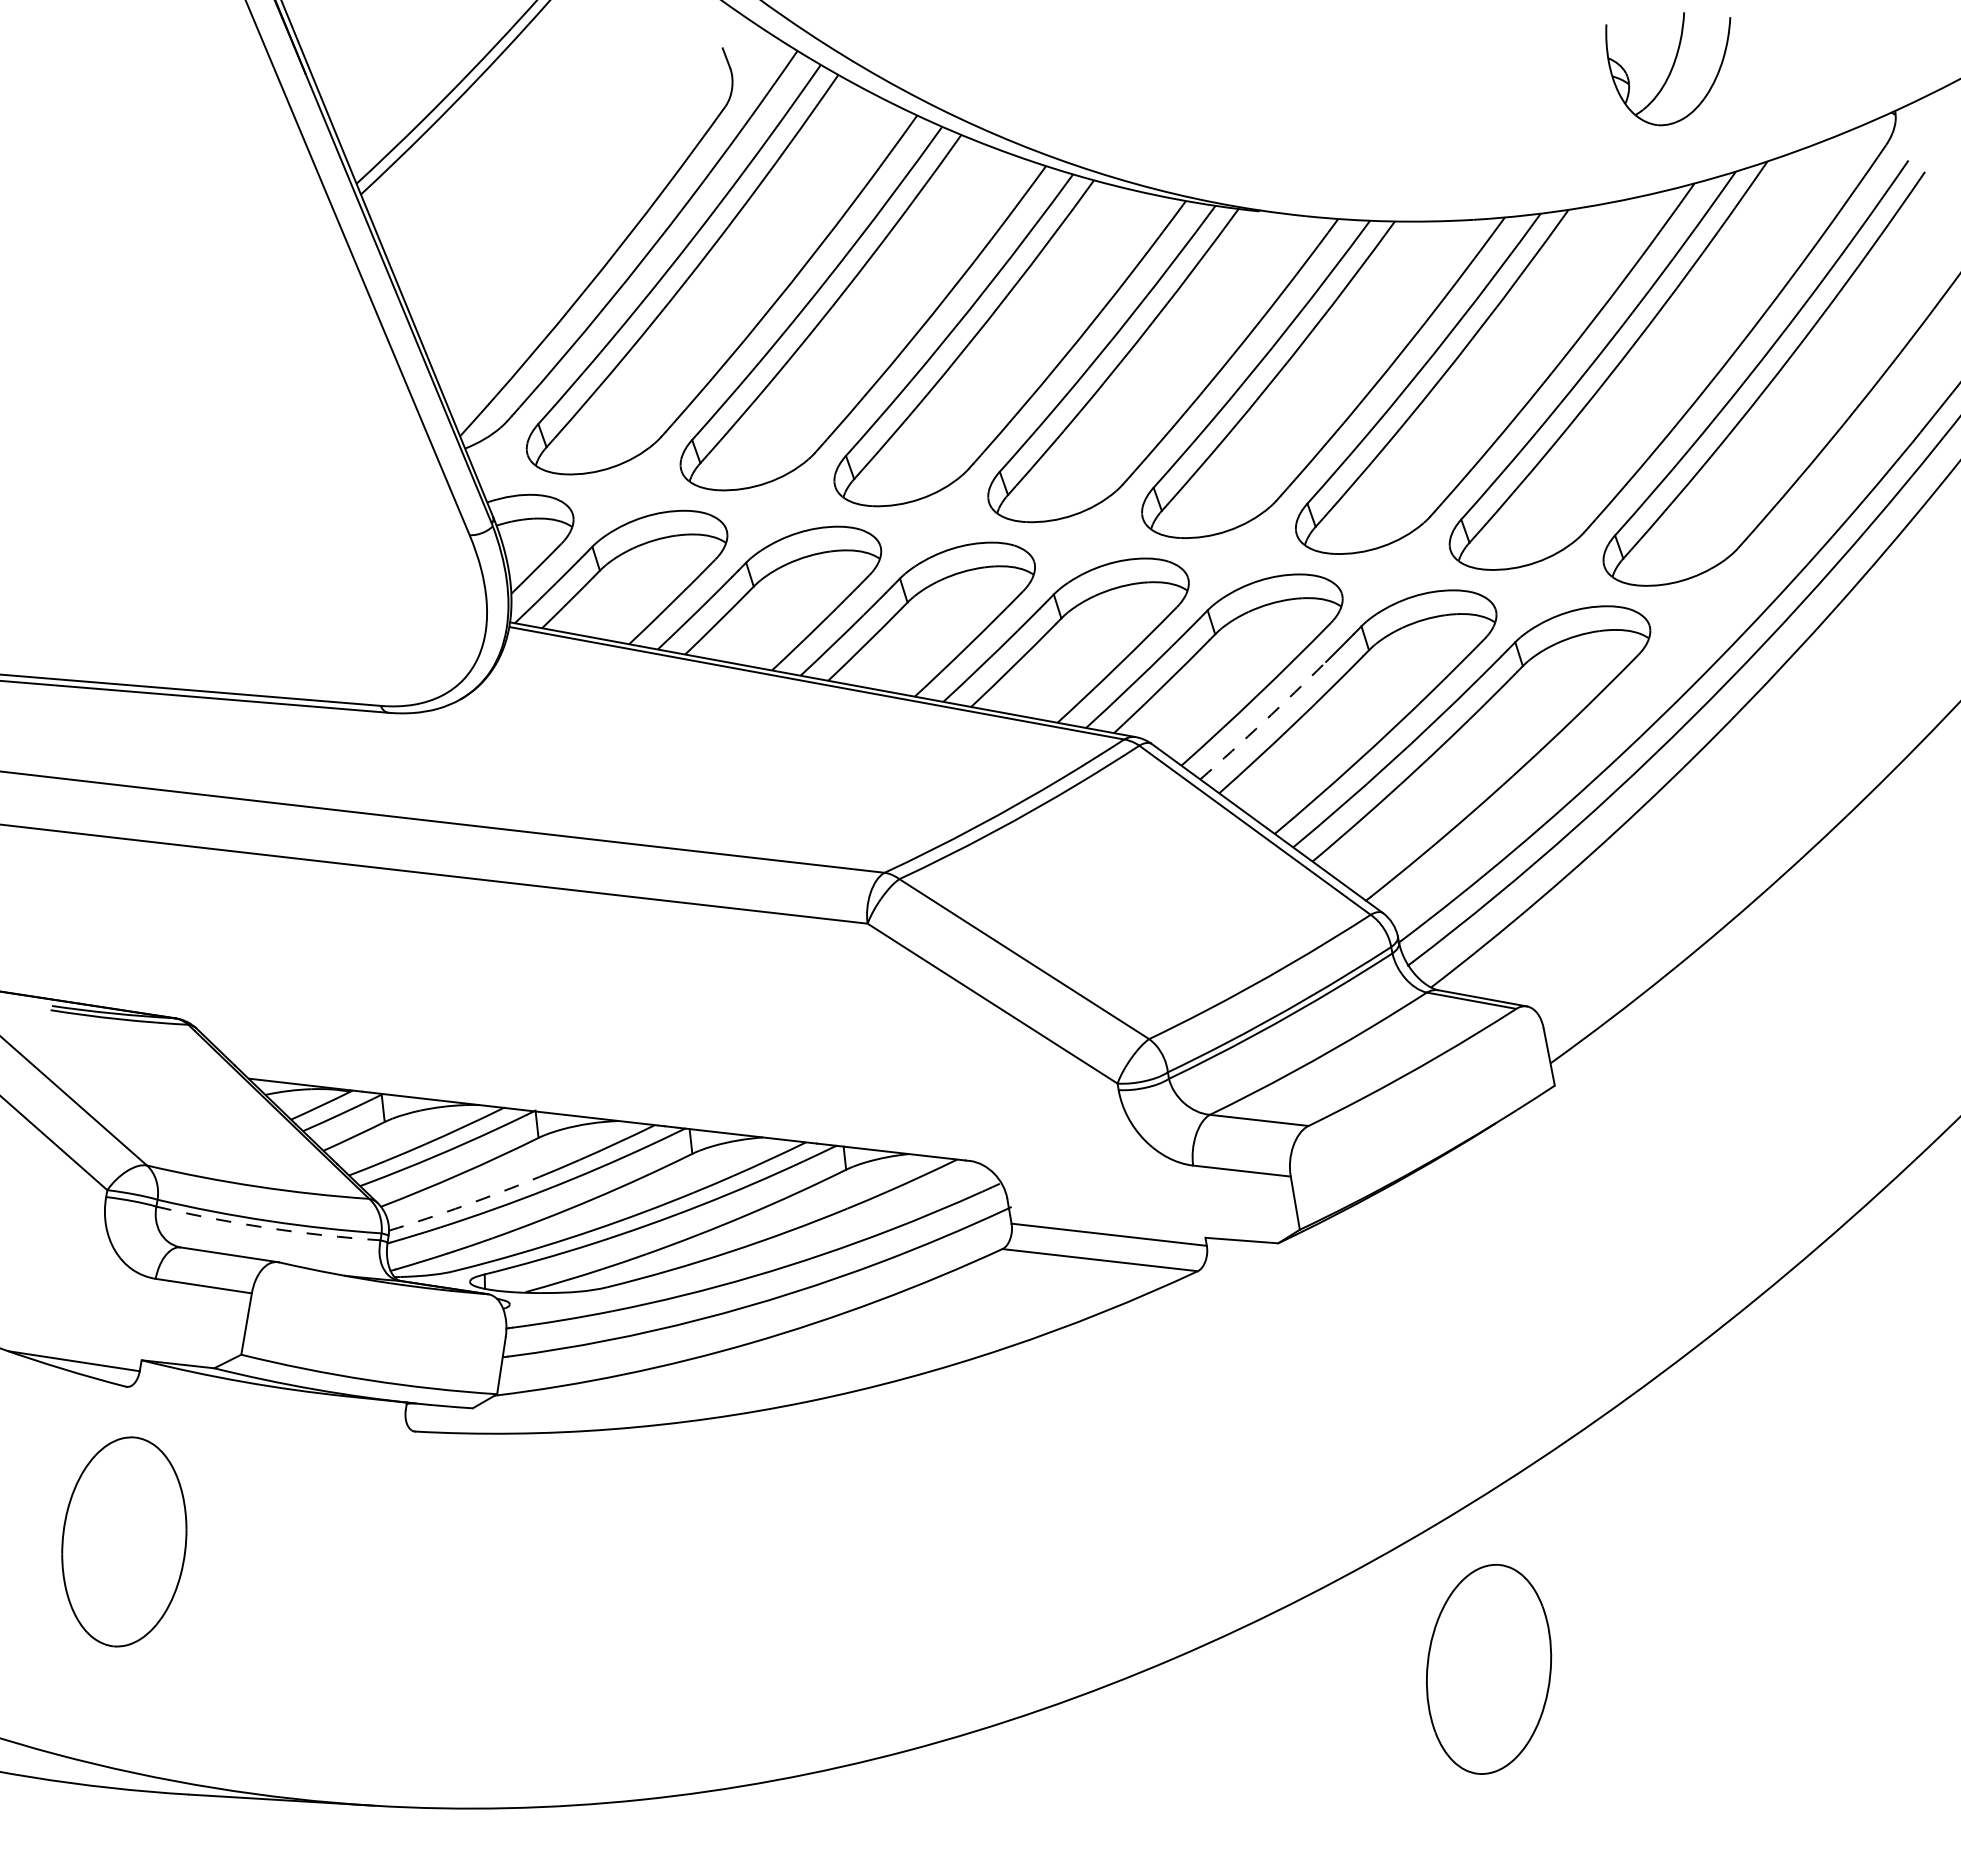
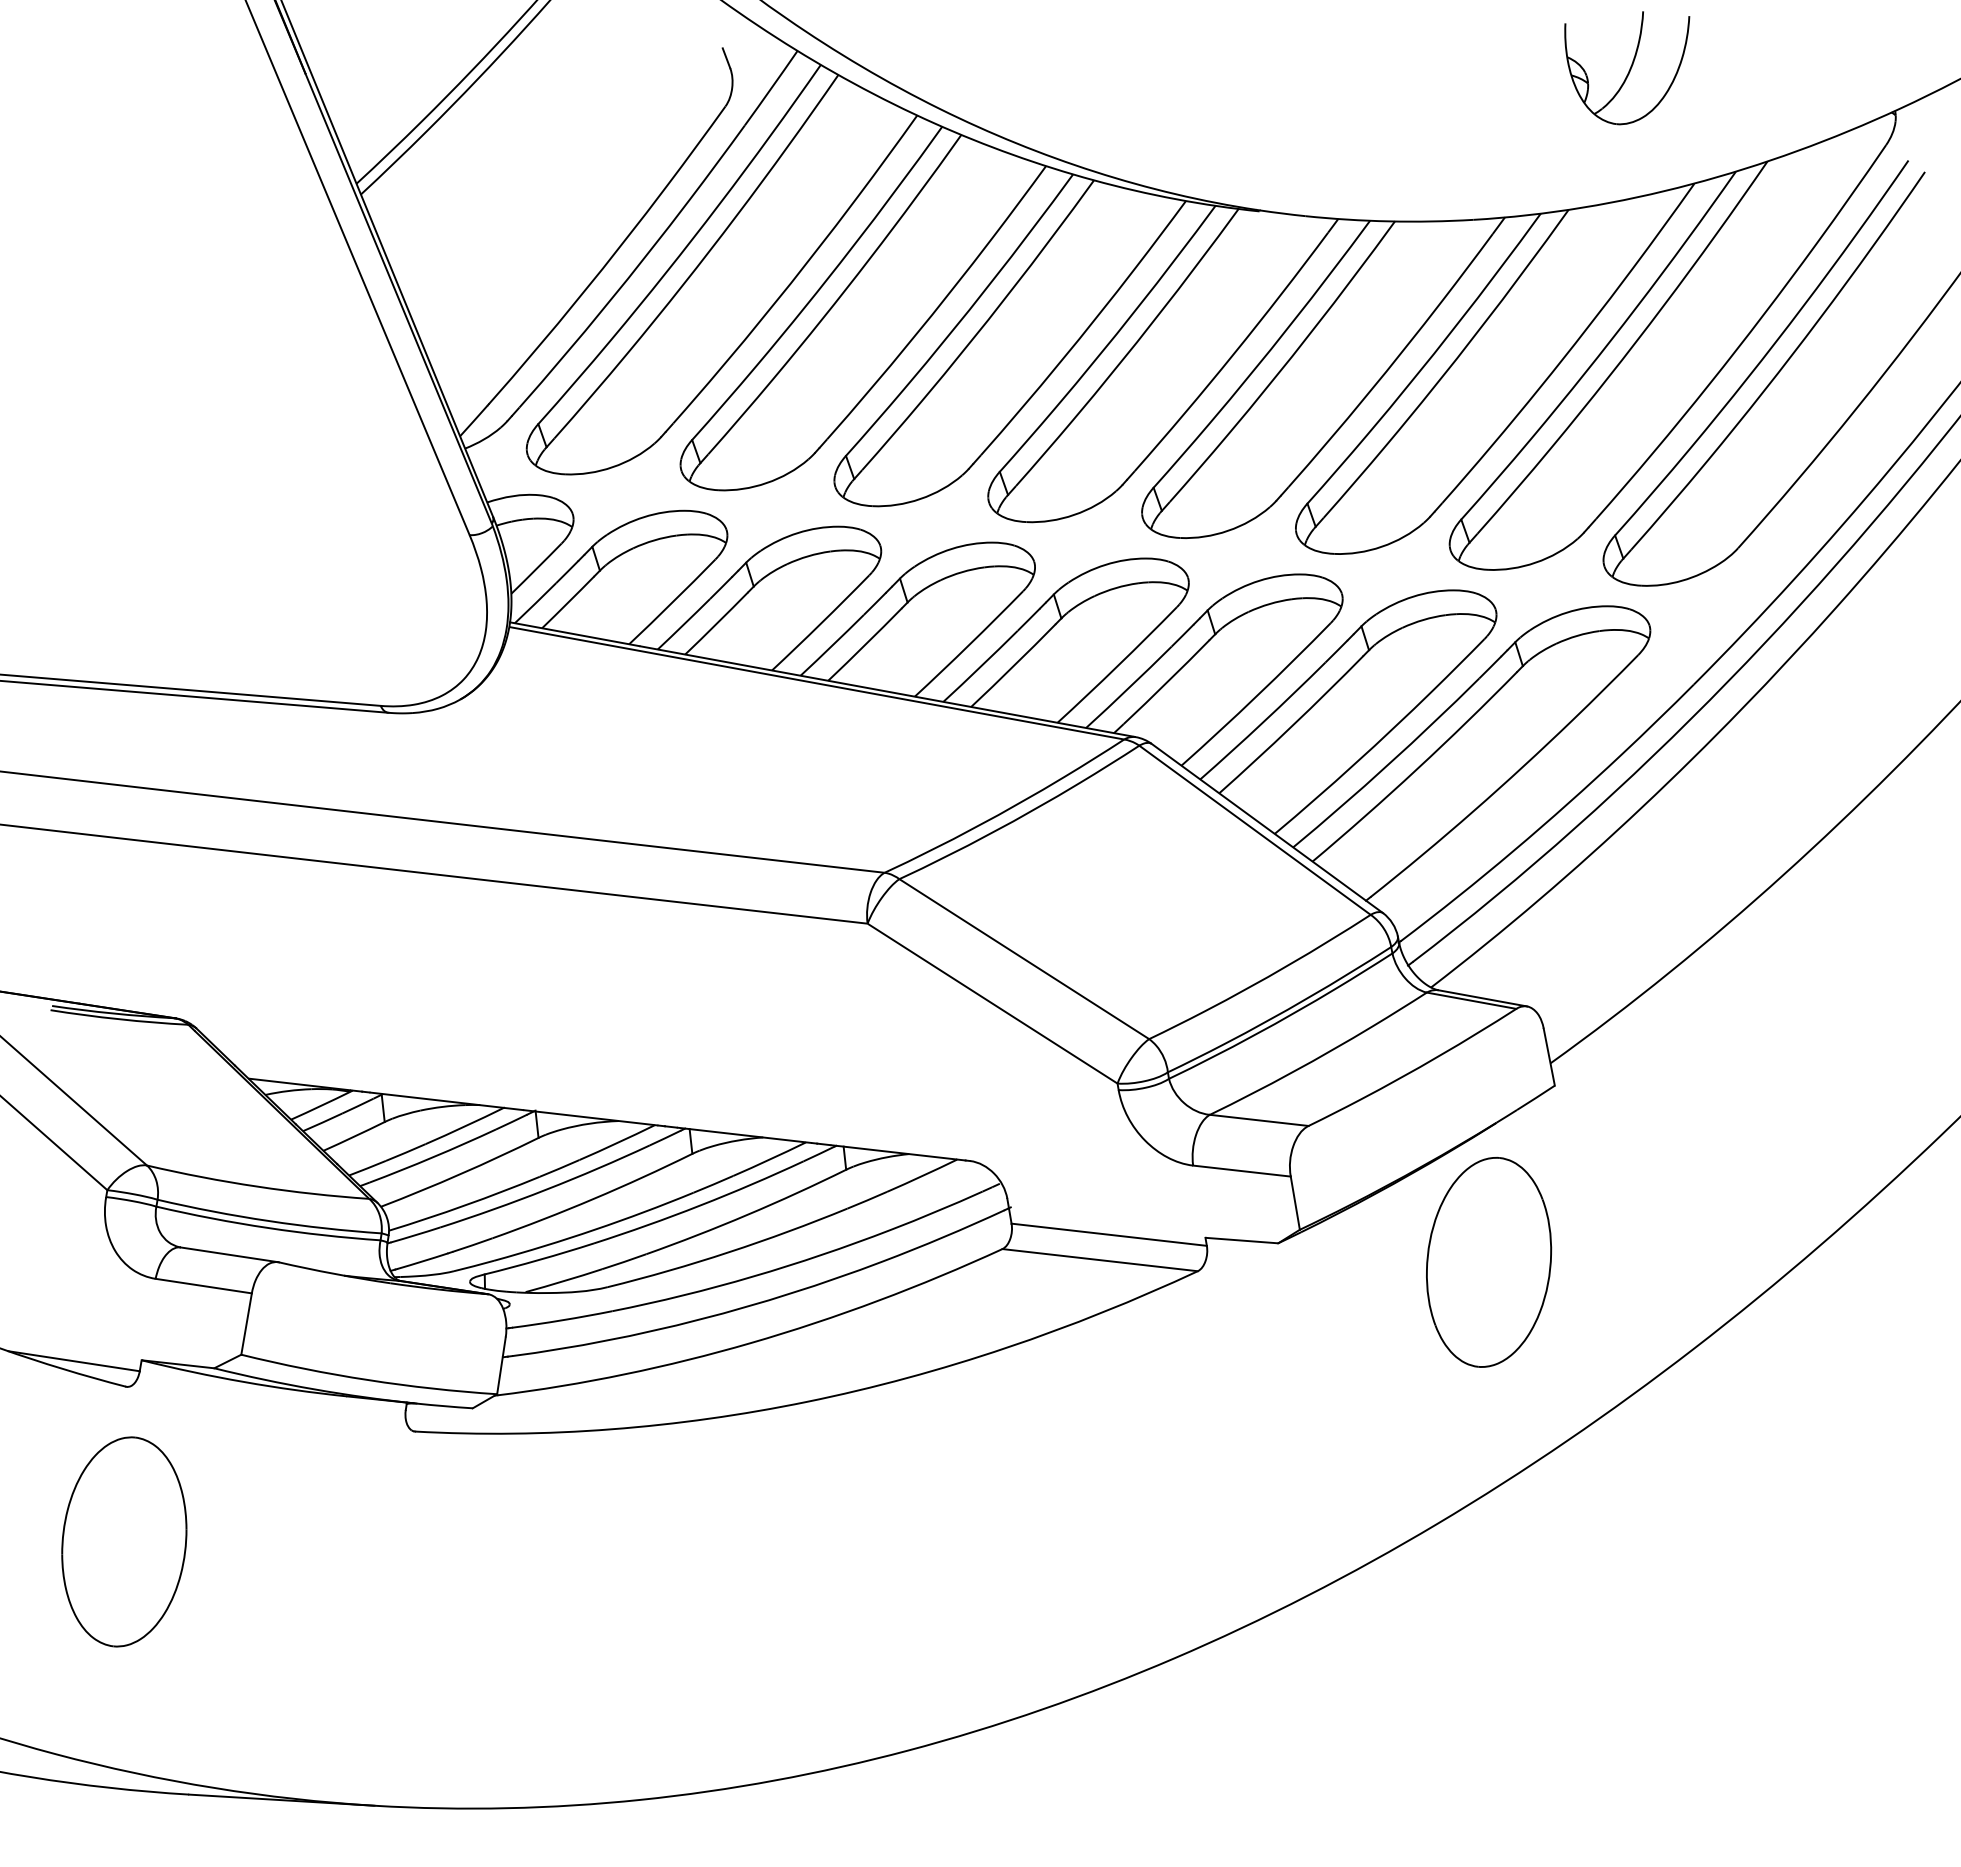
part at (1668, 69) position: (1668, 69) -> (1627, 68)
arc at (1263, 721): dashed -> solid
arc at (465, 1205): dashed -> solid
arc at (267, 1227): dashed -> solid
part at (1489, 1668) position: (1489, 1668) -> (1489, 1261)
